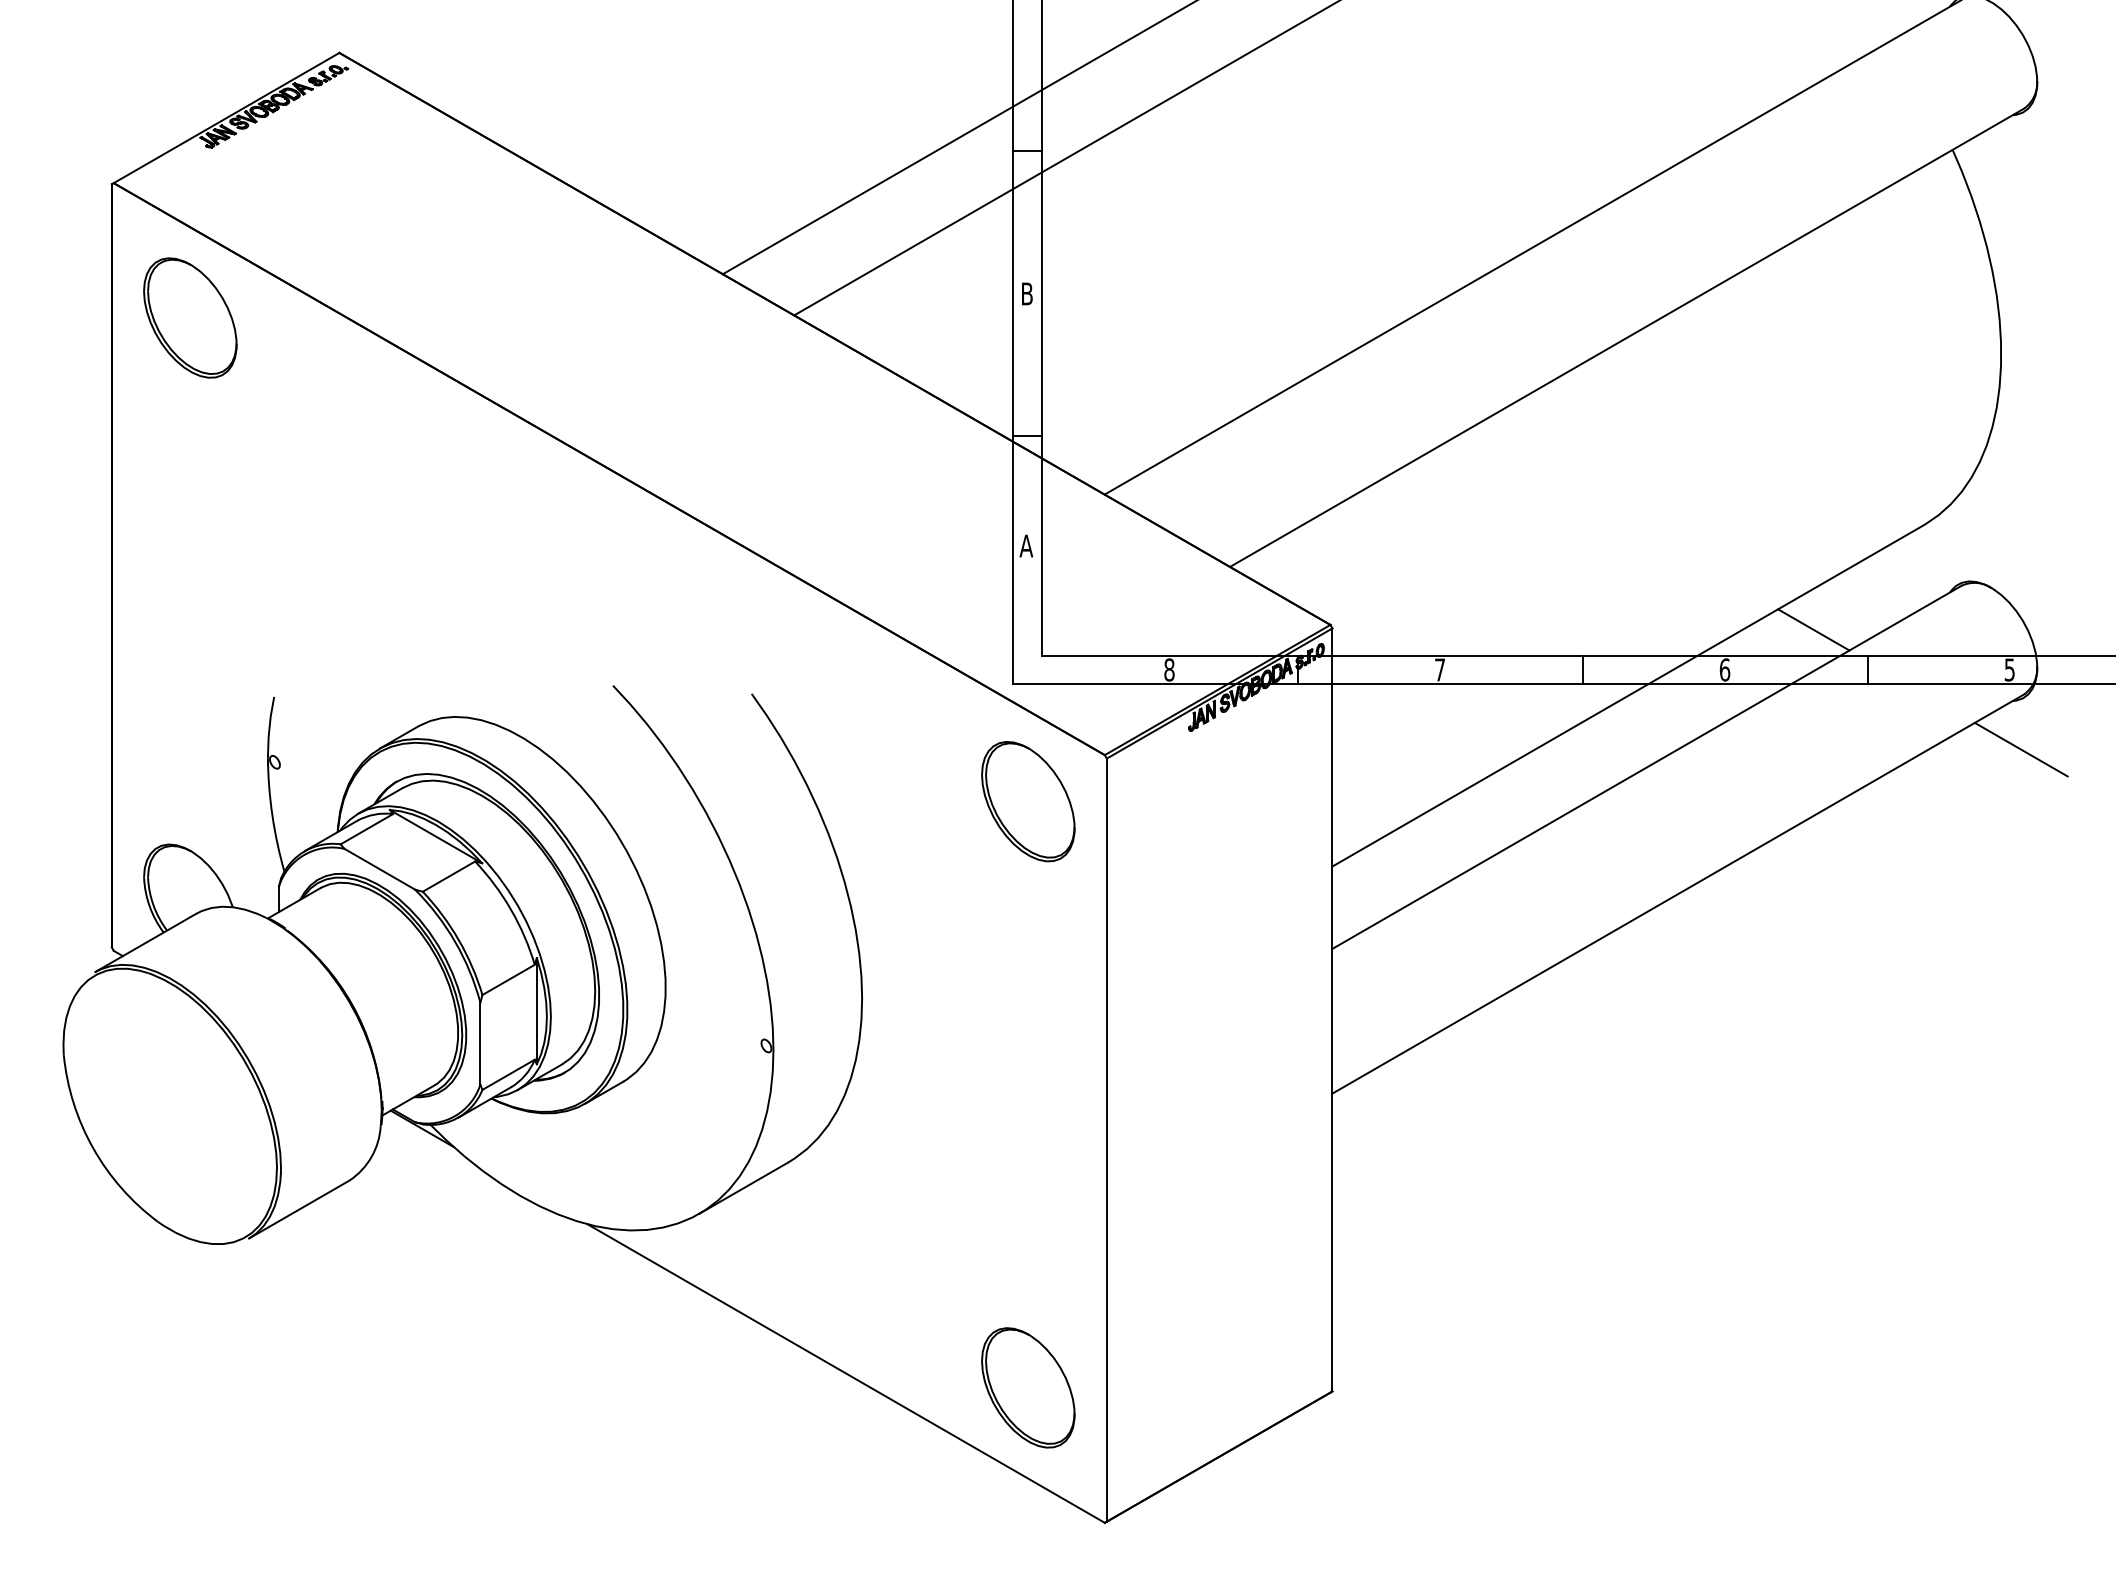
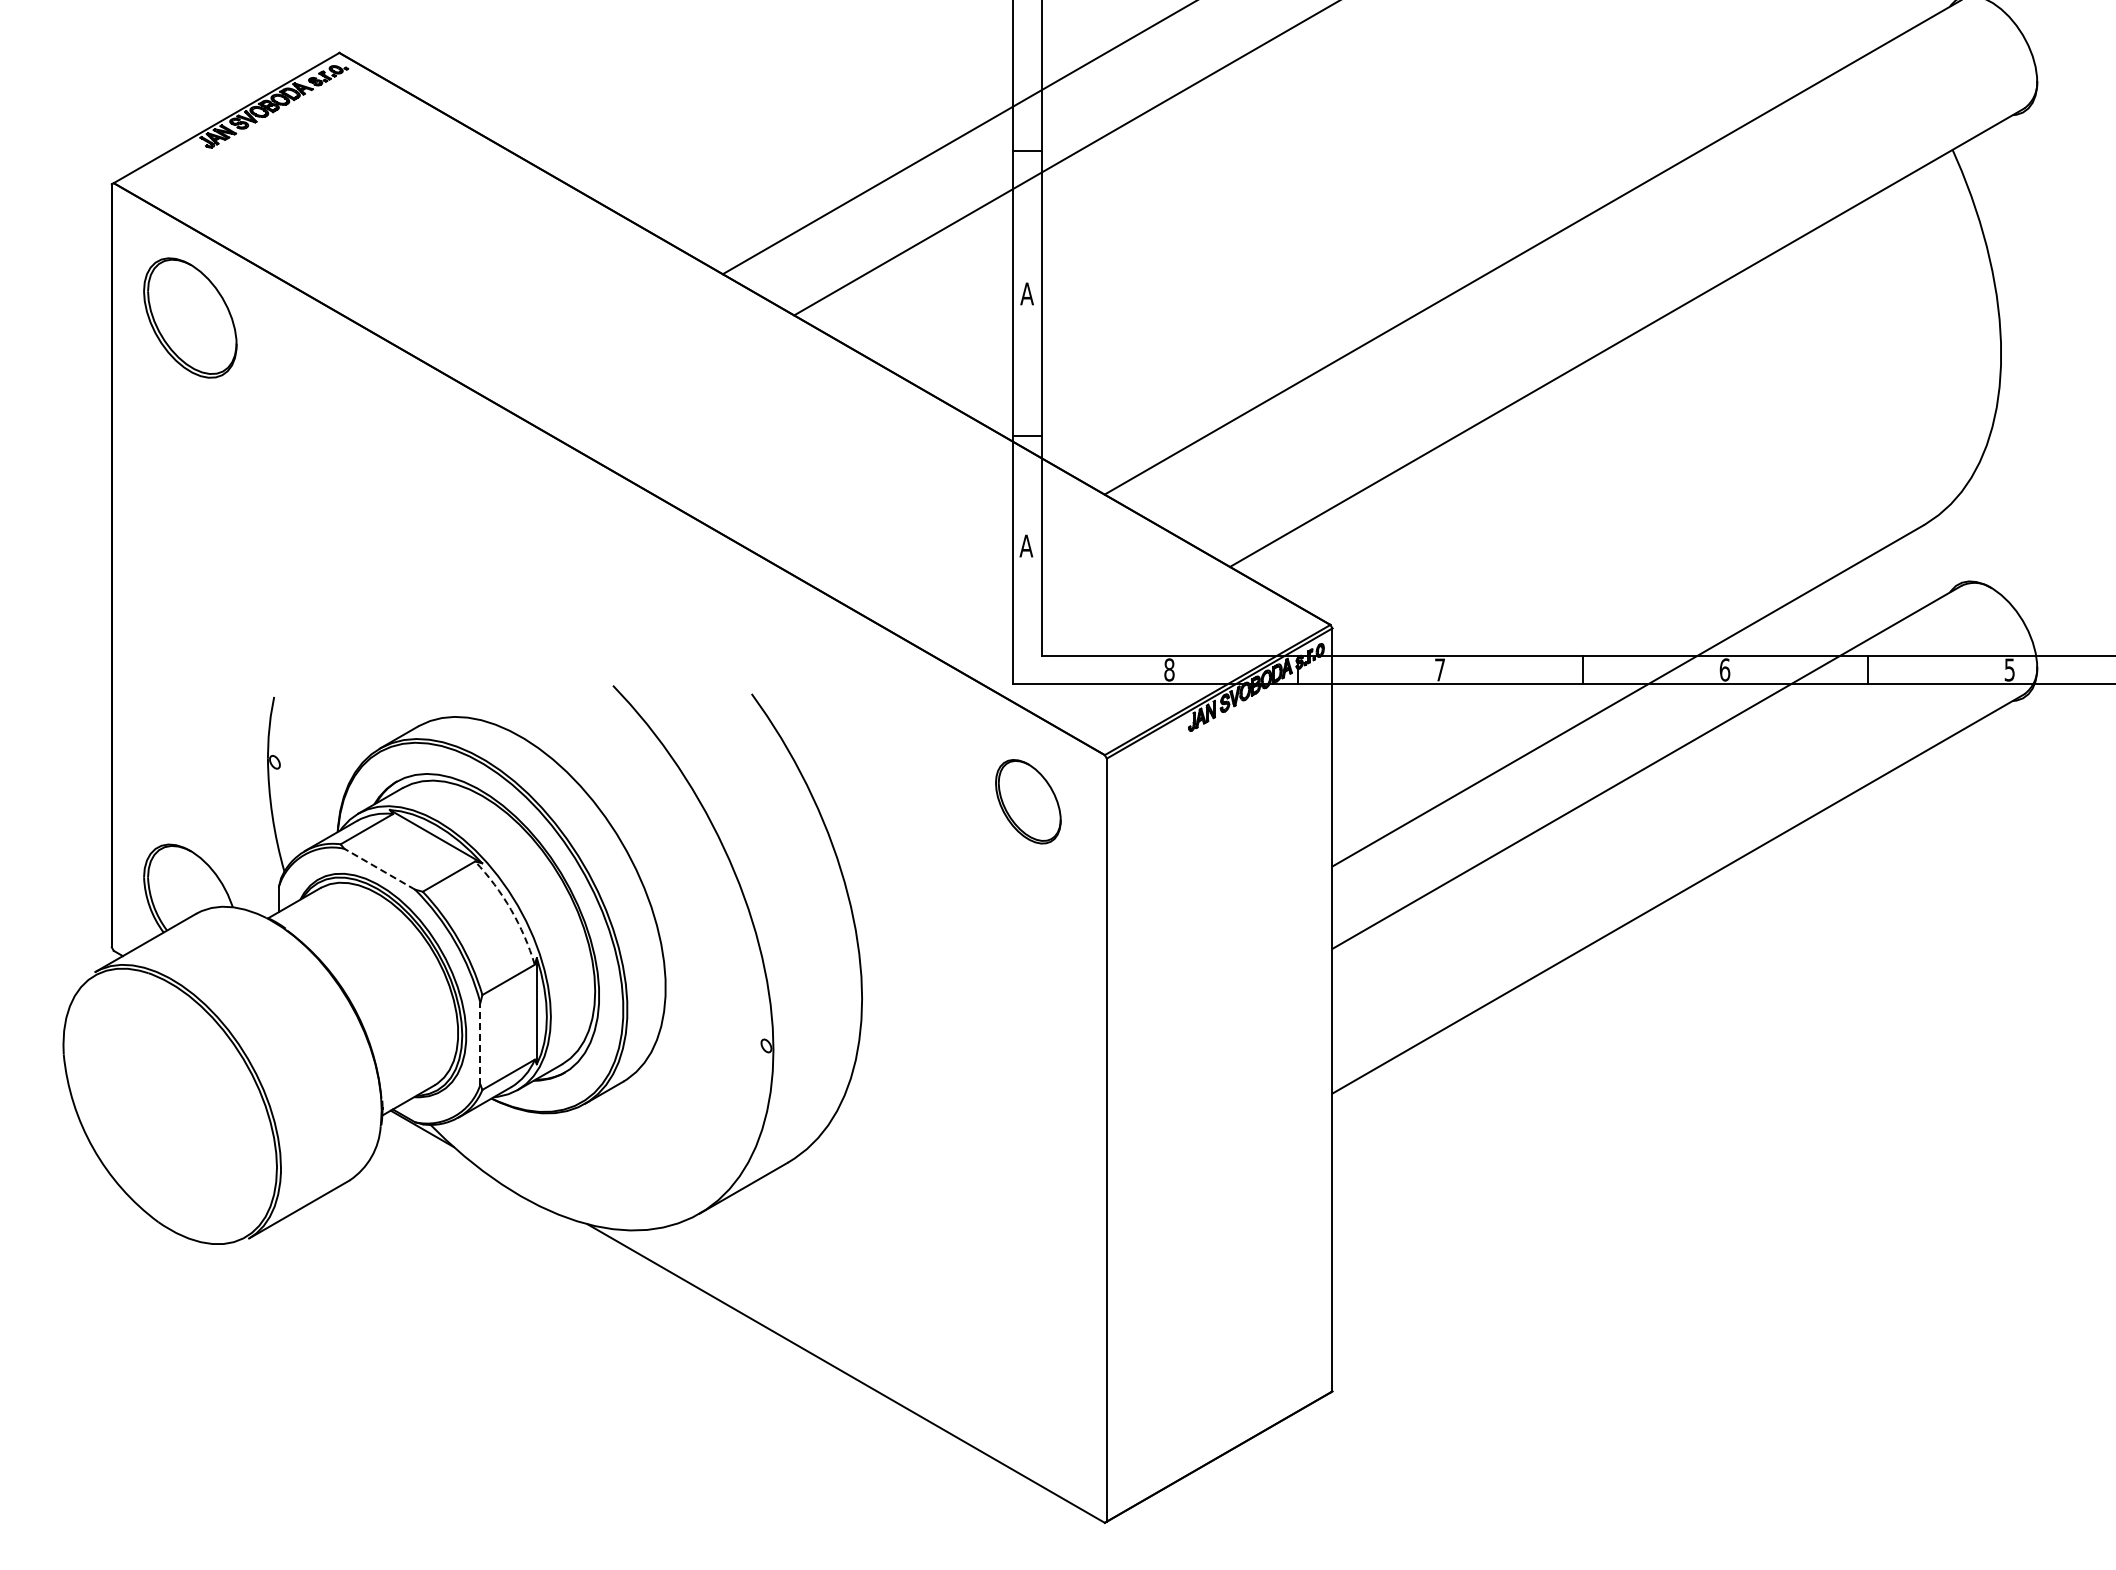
text at (1026, 293): B -> A
line at (1813, 629): present -> none
line at (2020, 749): present -> none
part at (1028, 801) size: 95x122 px -> 67x86 px
line at (379, 869): solid -> dashed
arc at (511, 909): solid -> dashed
line at (480, 1043): solid -> dashed
part at (1028, 1387): present -> none
